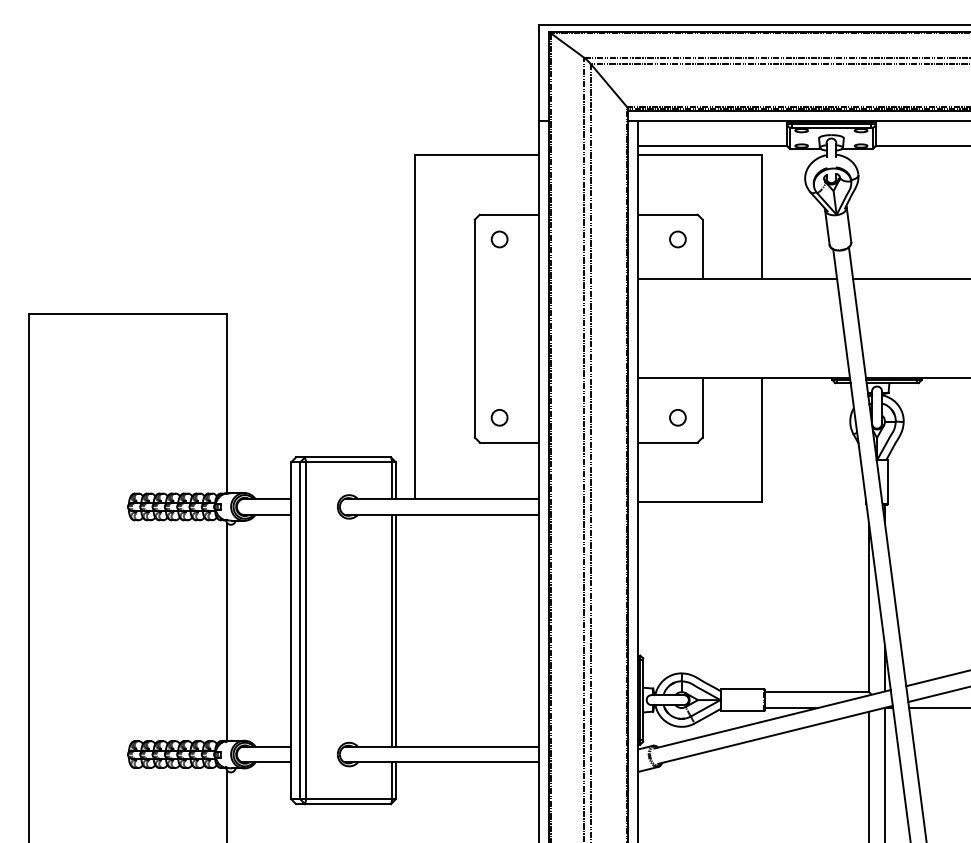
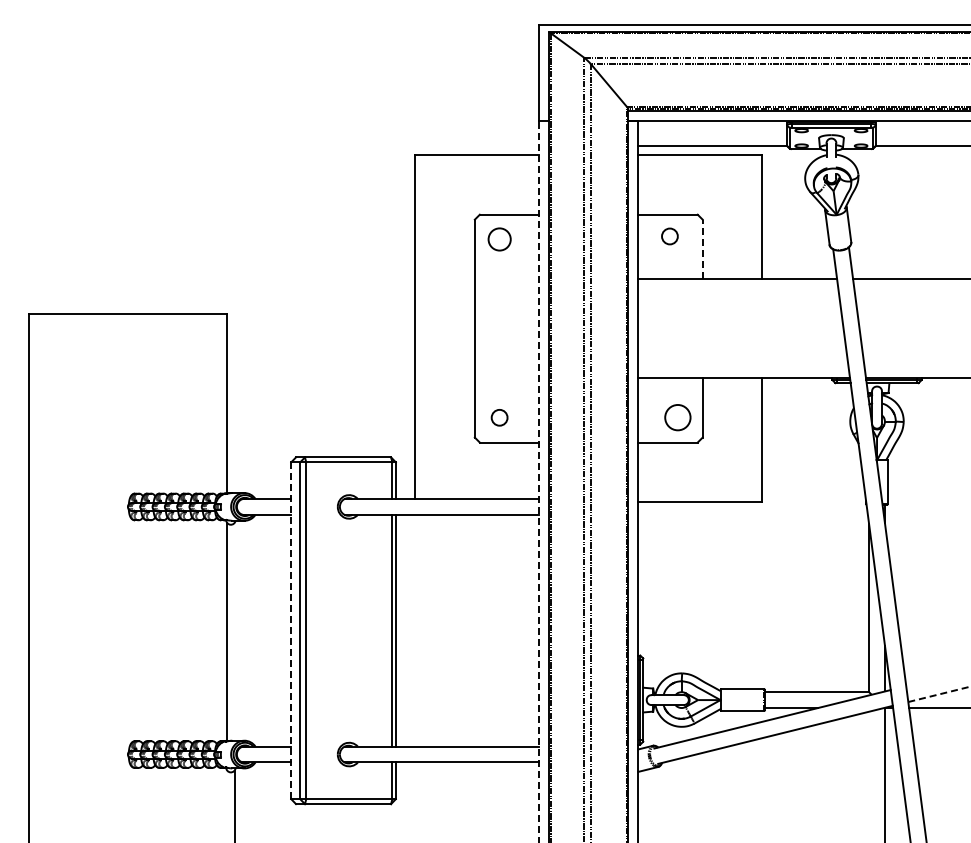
circle at (499, 239) size: 19x19 px -> 25x25 px
circle at (677, 239) position: (677, 239) -> (669, 236)
line at (702, 249): solid -> dashed
circle at (677, 417) size: 18x18 px -> 28x28 px
line at (539, 481): solid -> dashed
line at (291, 631): solid -> dashed
line at (936, 678): present -> none
line at (939, 694): solid -> dashed
line at (869, 775): present -> none
line at (227, 804) position: (227, 804) -> (235, 804)
